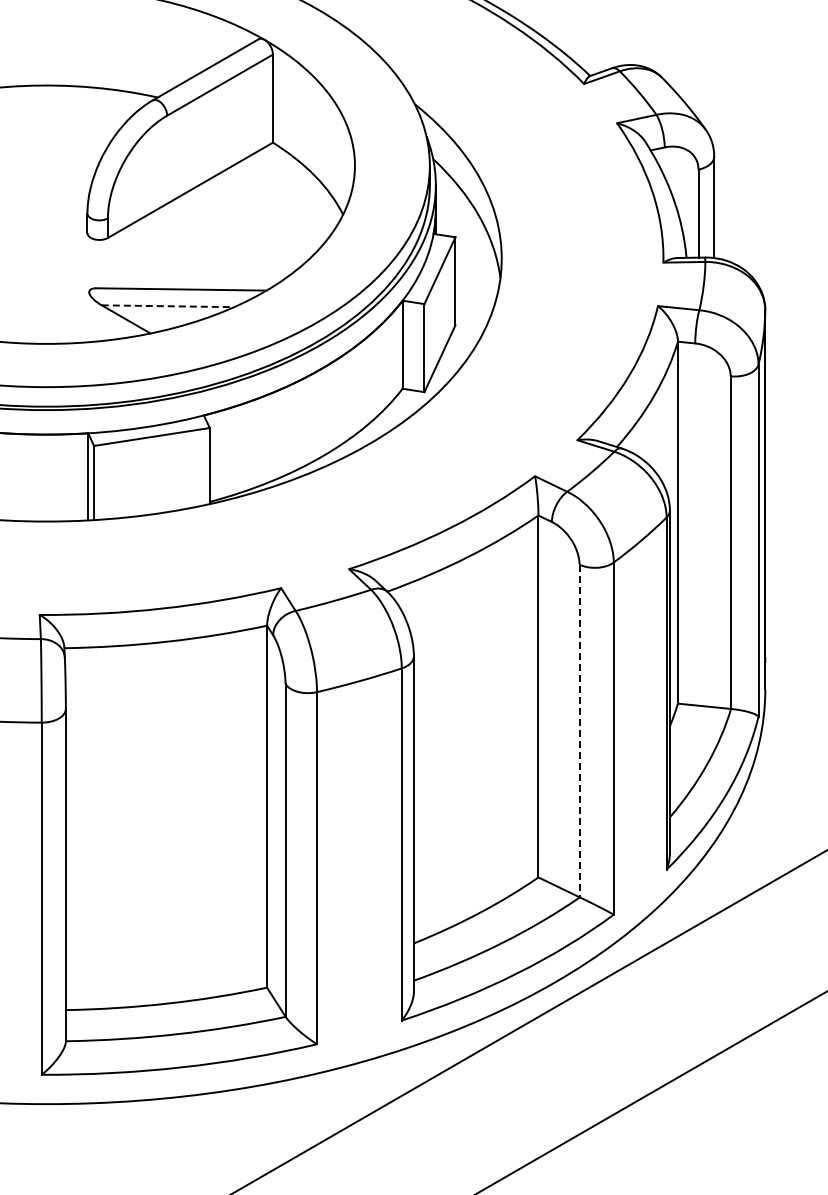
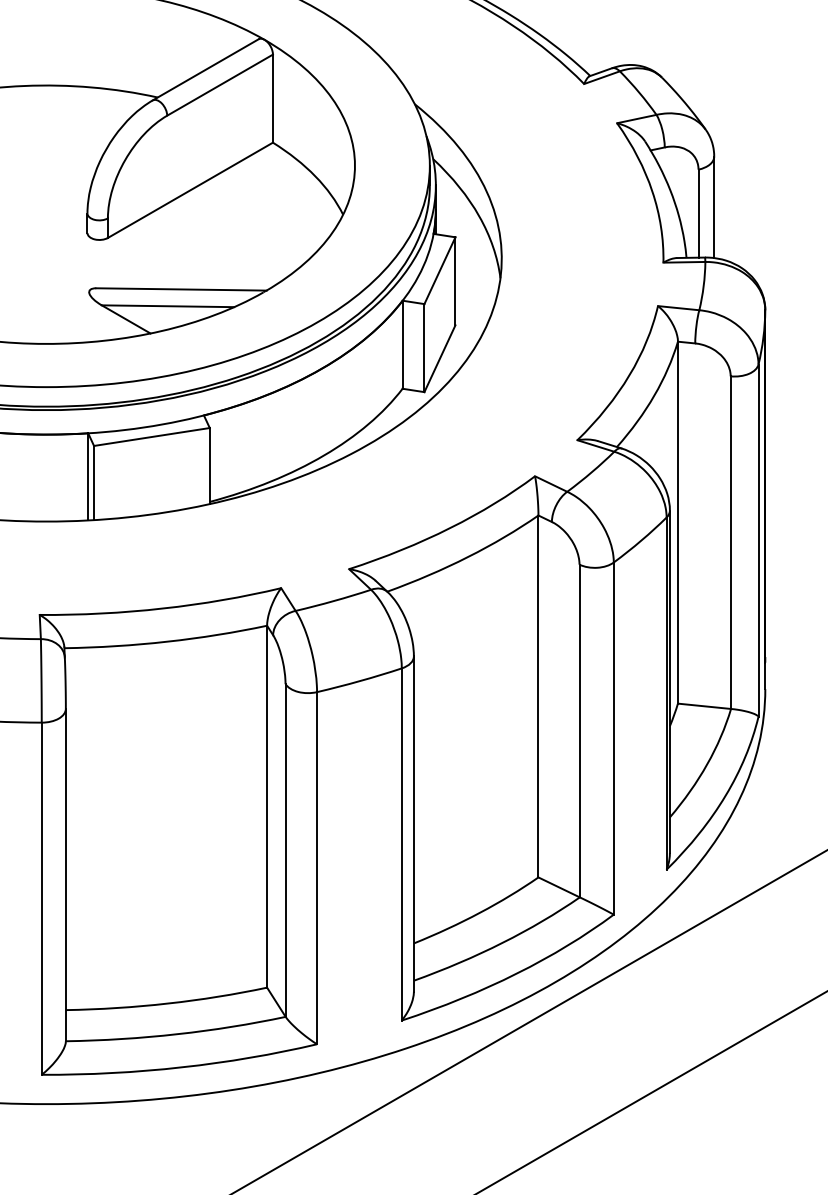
line at (168, 306): dashed -> solid
line at (579, 731): dashed -> solid
